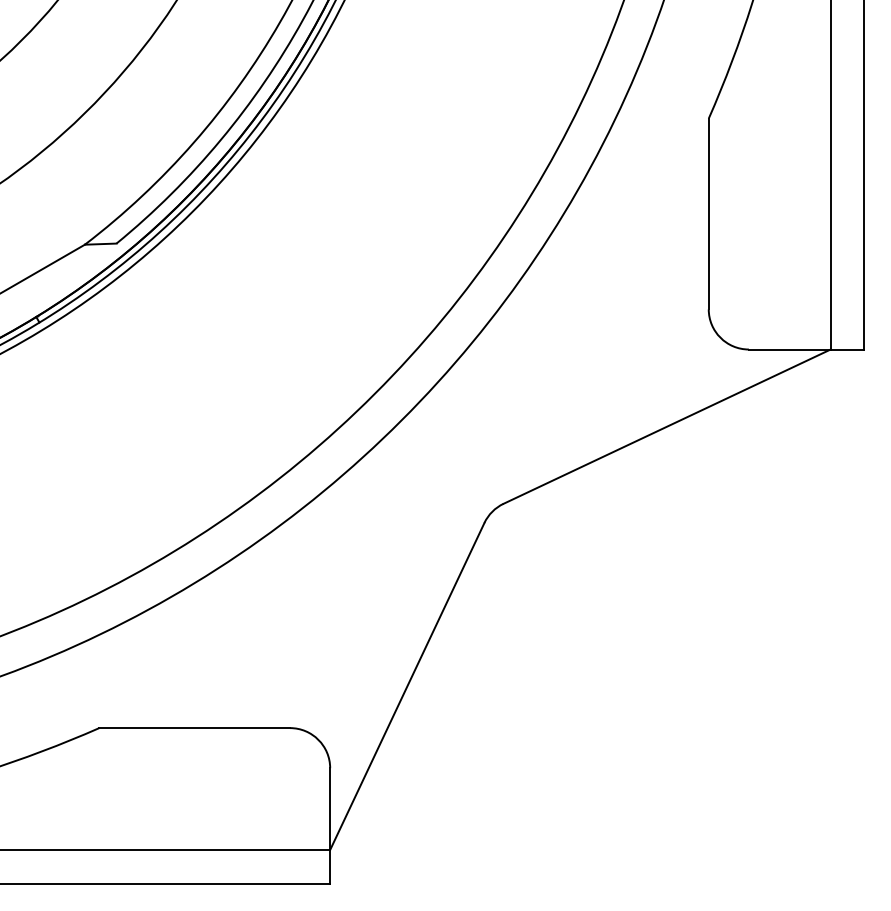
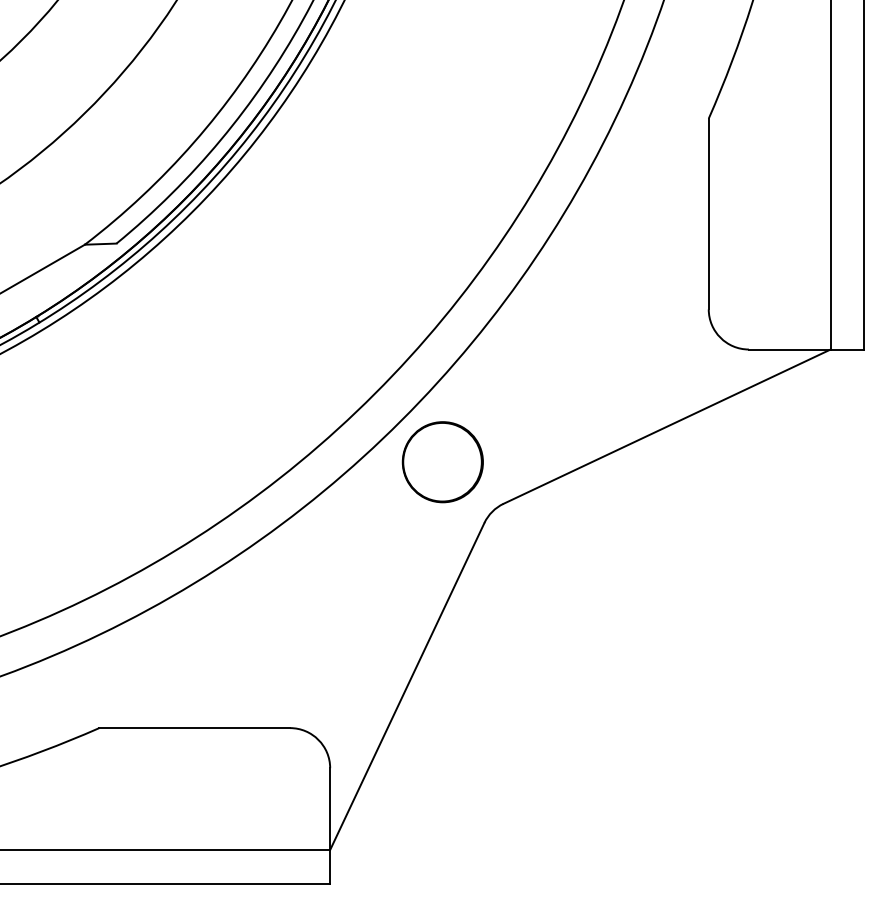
circle at (442, 462): none -> present
